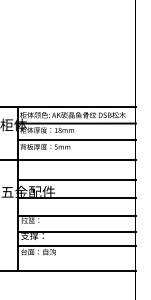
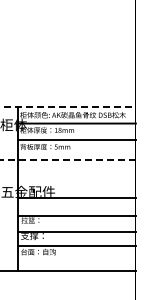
line at (68, 107): solid -> dashed
line at (68, 159): solid -> dashed
line at (76, 179): present -> none
